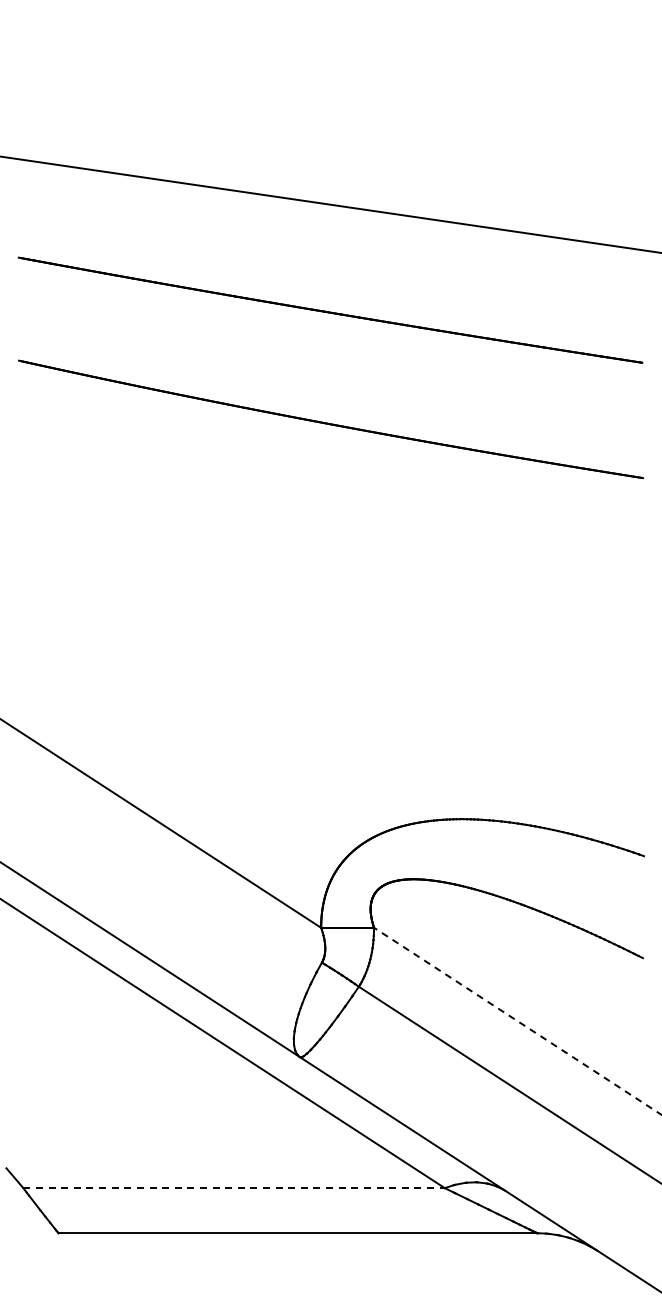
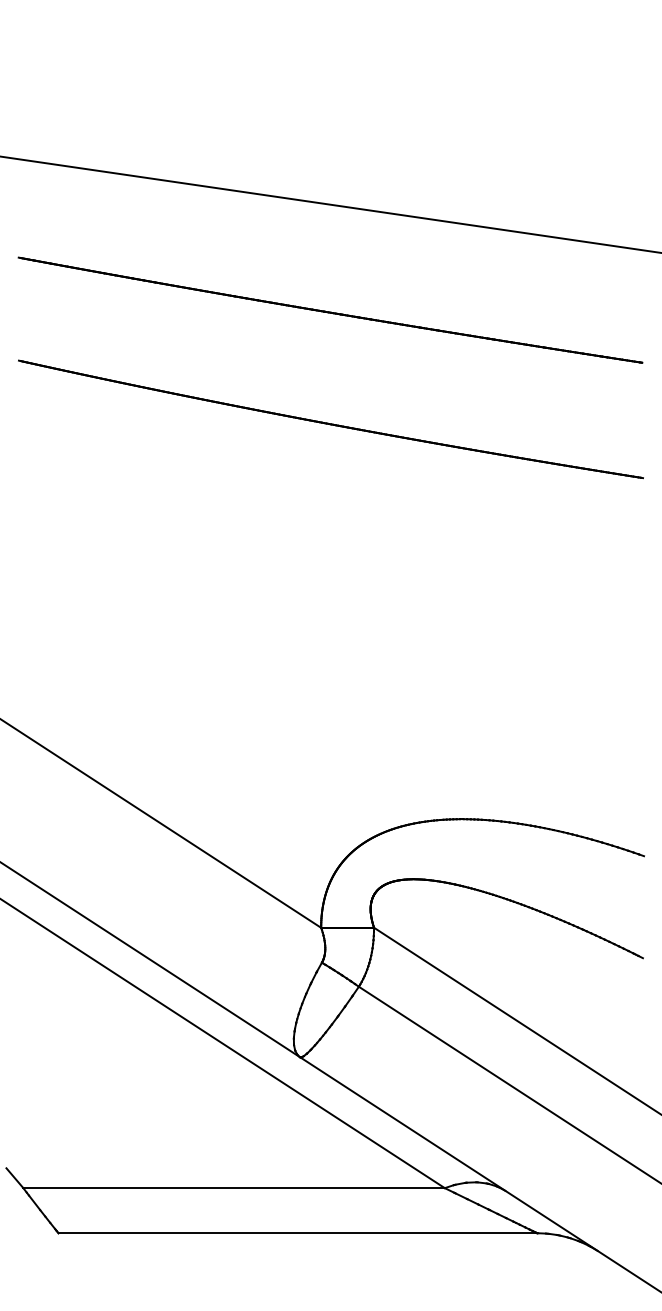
line at (517, 1020): dashed -> solid
line at (234, 1188): dashed -> solid
